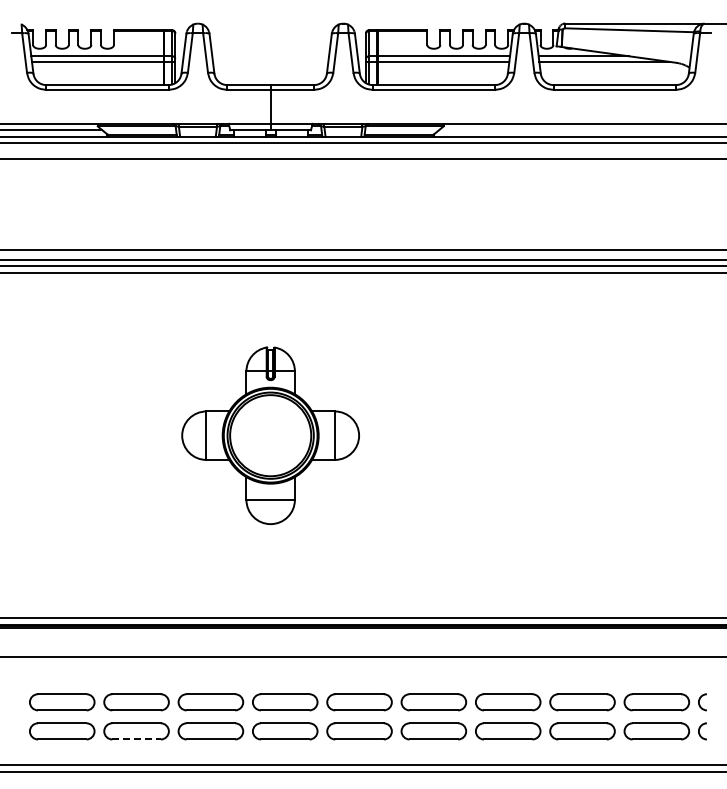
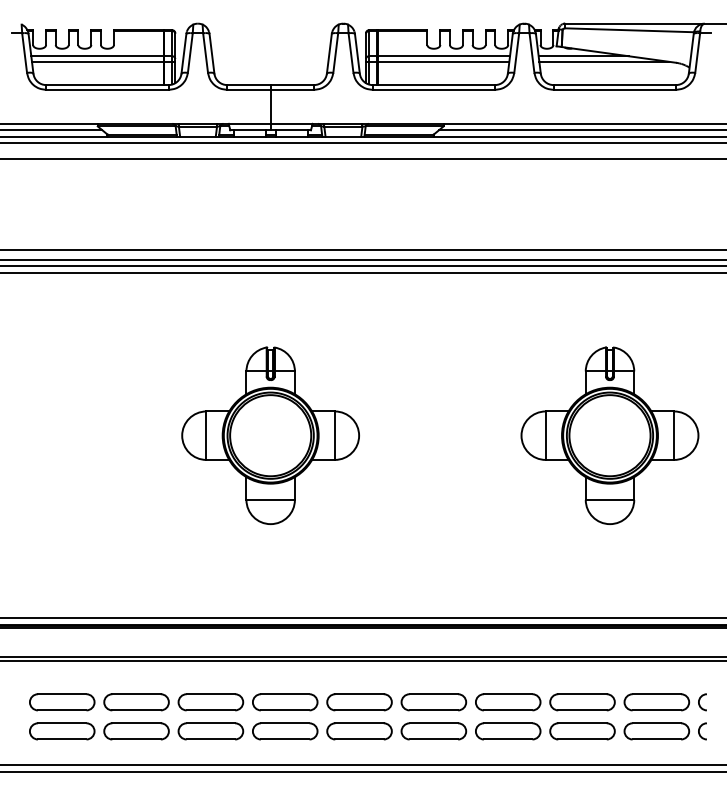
line at (580, 130): none -> present
part at (609, 435): none -> present
line at (362, 661): none -> present
line at (137, 739): dashed -> solid
